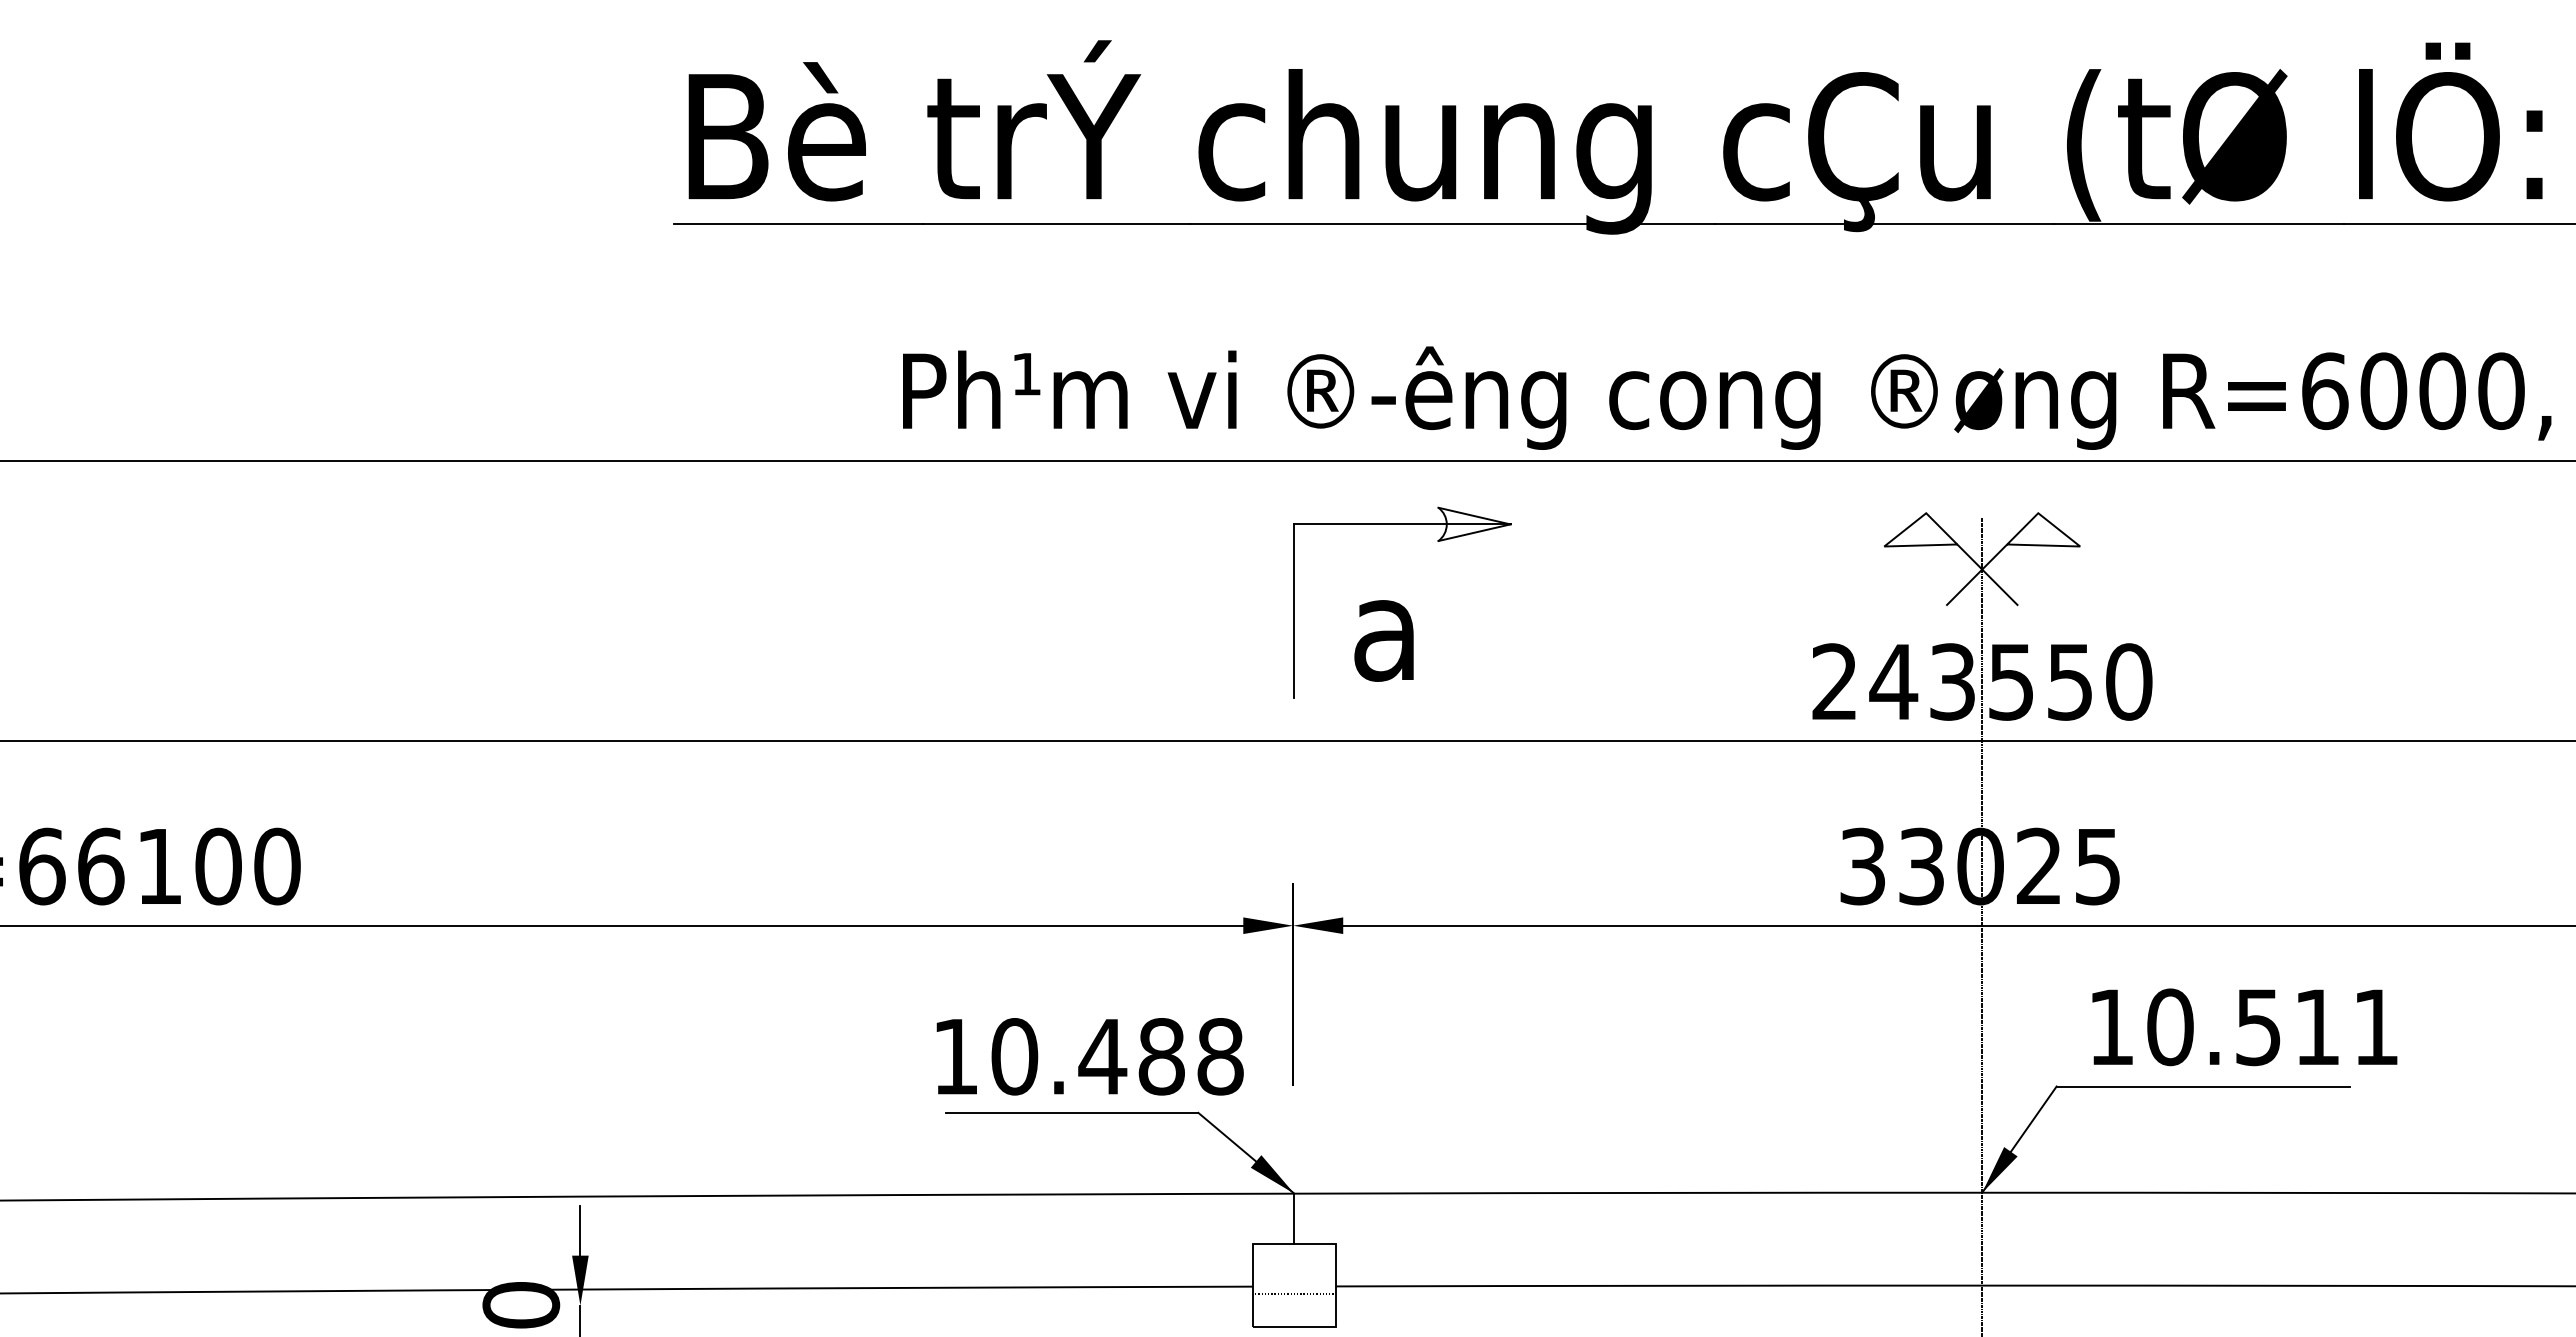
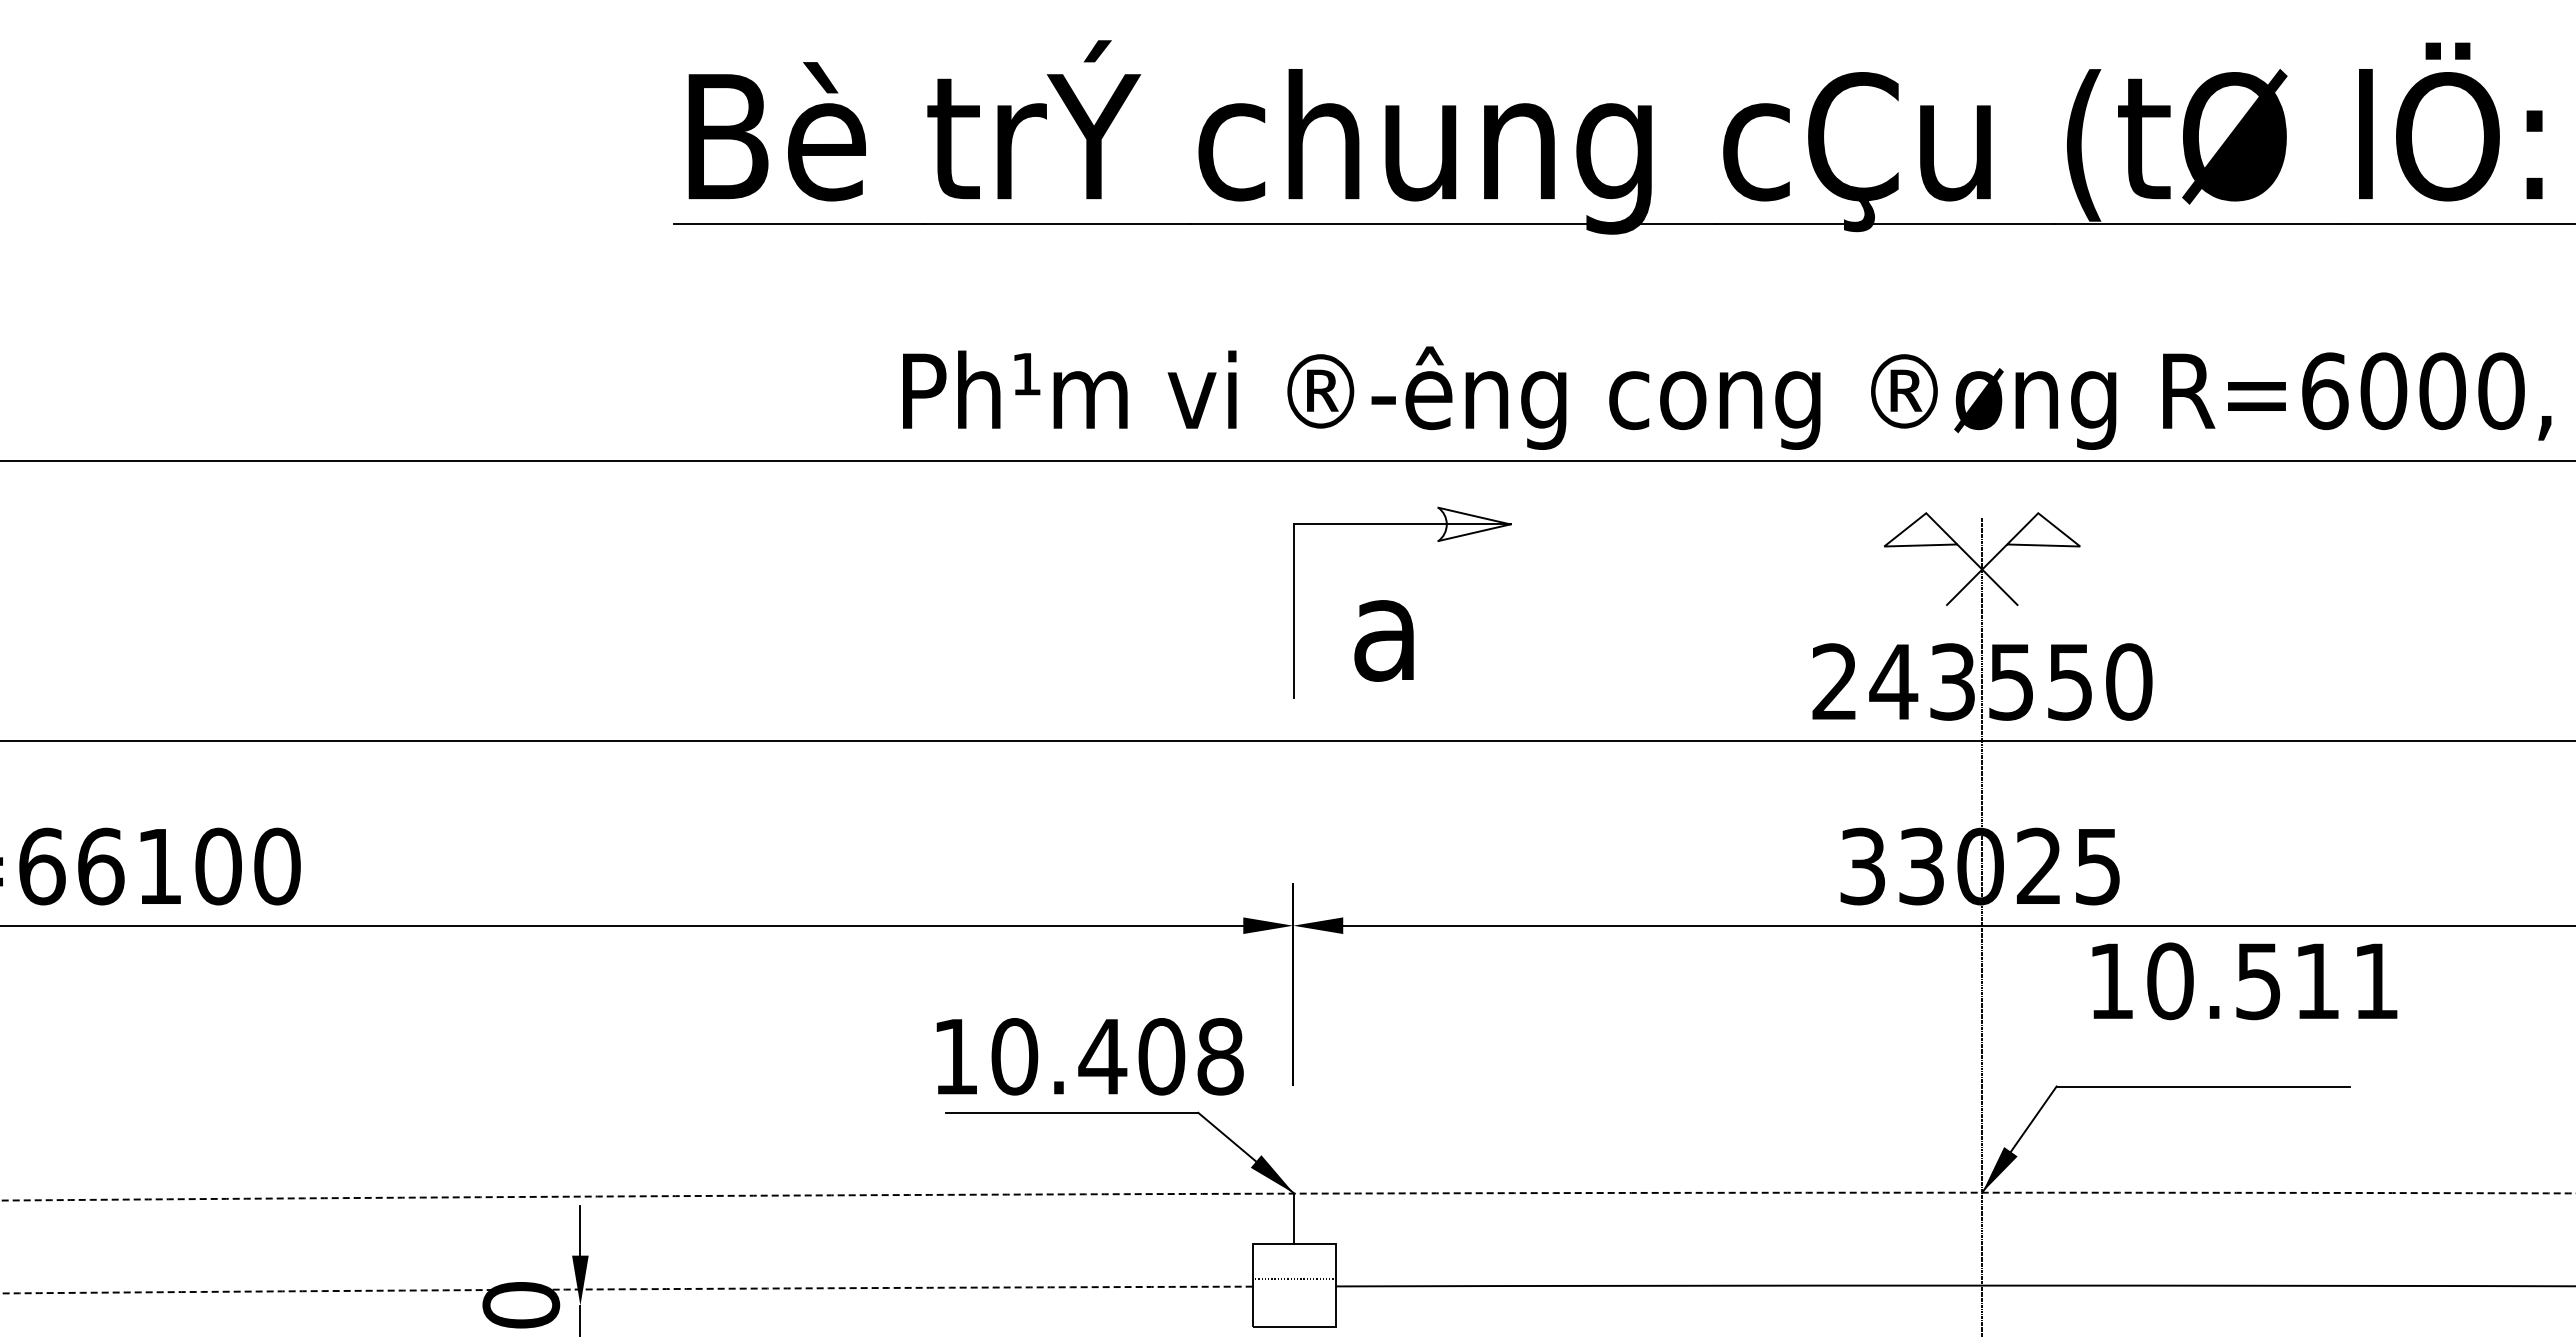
text at (2244, 1027) position: (2244, 1027) -> (2244, 981)
text at (1161, 1056): 10.488 -> 10.408
line at (1288, 1193): solid -> dashed
arc at (625, 1289): solid -> dashed
line at (1293, 1293) position: (1293, 1293) -> (1293, 1278)
